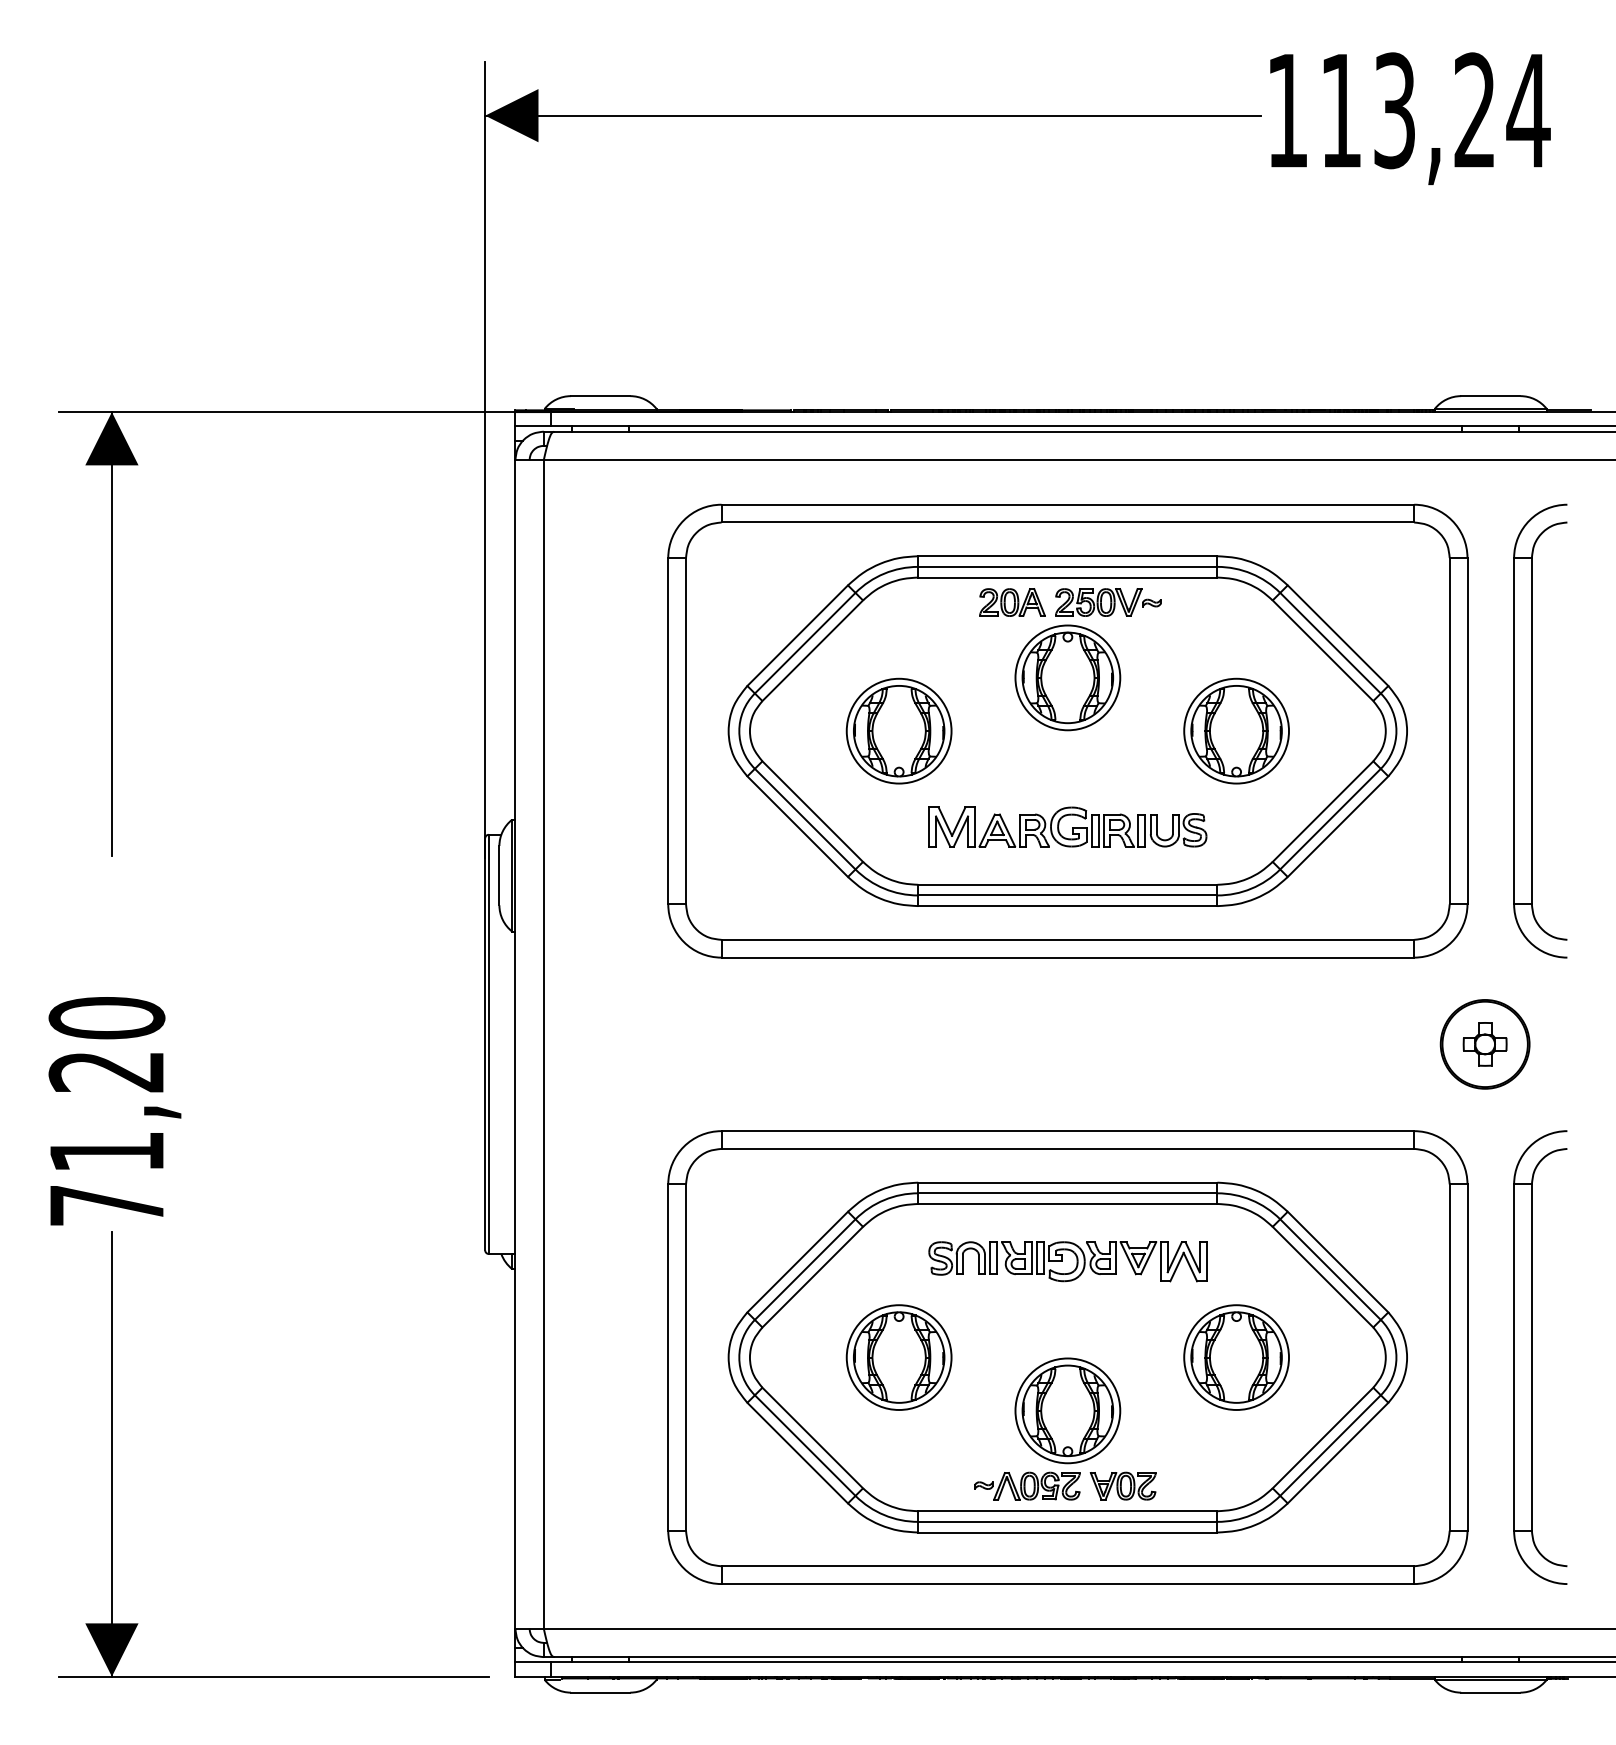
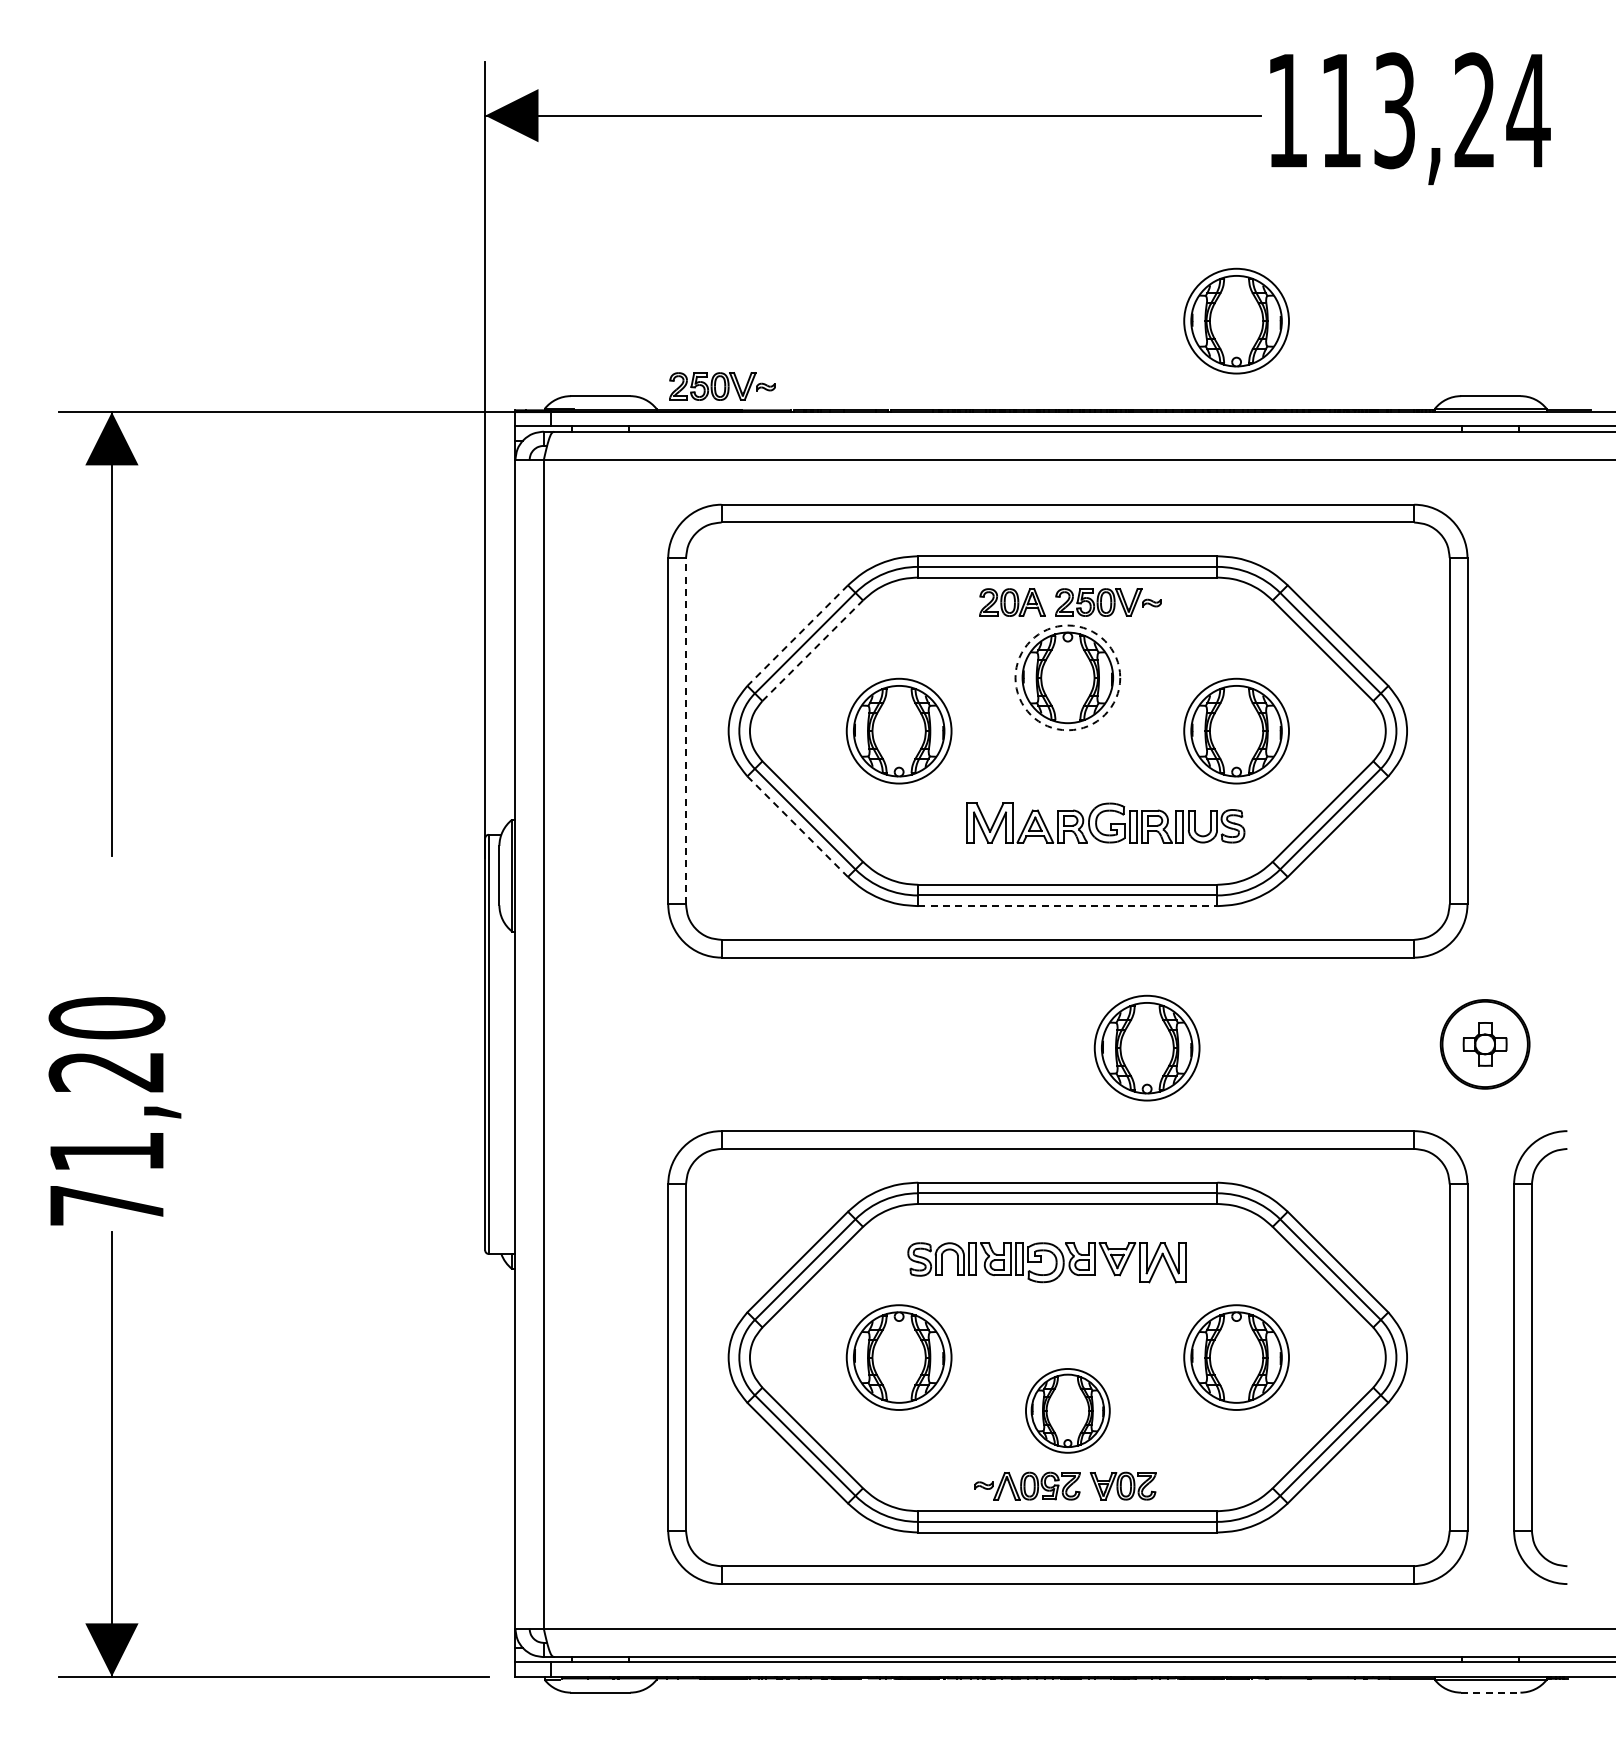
part at (1236, 320): none -> present
part at (722, 386): none -> present
line at (797, 636): solid -> dashed
line at (813, 650): solid -> dashed
circle at (1067, 677): solid -> dashed
line at (686, 730): solid -> dashed
part at (1532, 730): present -> none
part at (1067, 826) position: (1067, 826) -> (1105, 822)
line at (798, 827): solid -> dashed
line at (1067, 906): solid -> dashed
part at (1146, 1047): none -> present
part at (1067, 1261) position: (1067, 1261) -> (1046, 1262)
part at (1067, 1410) size: 108x108 px -> 86x86 px
line at (1490, 1692): solid -> dashed
